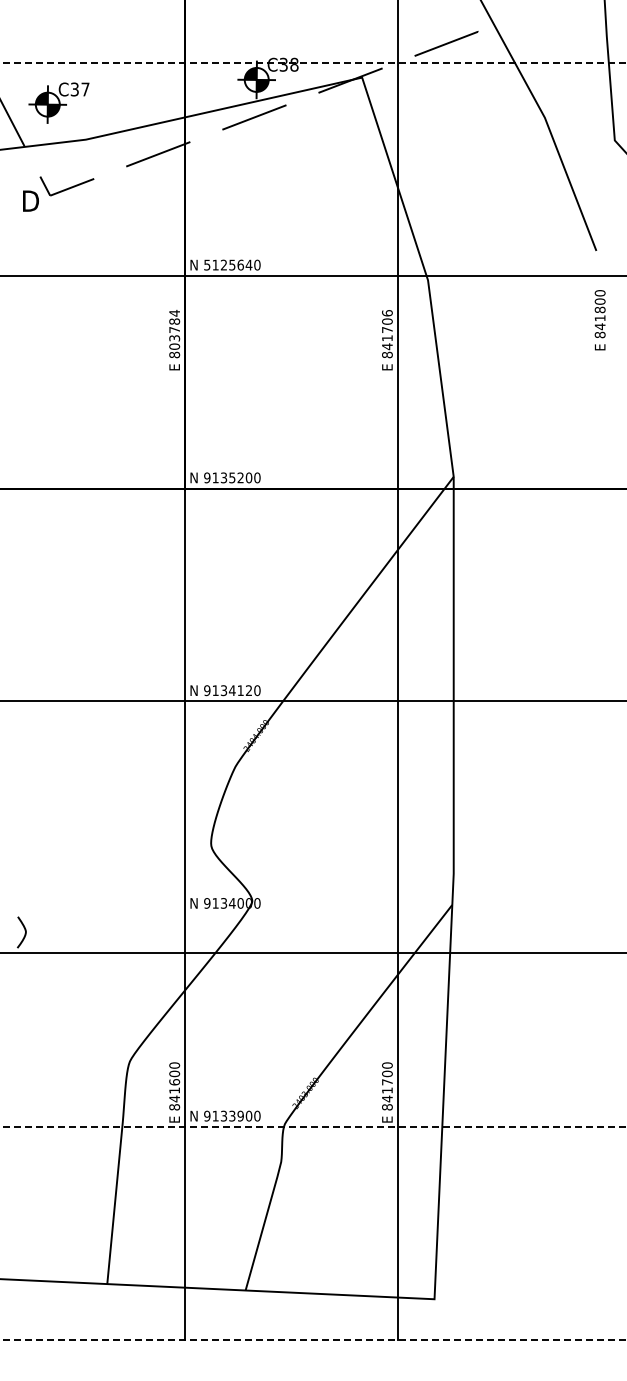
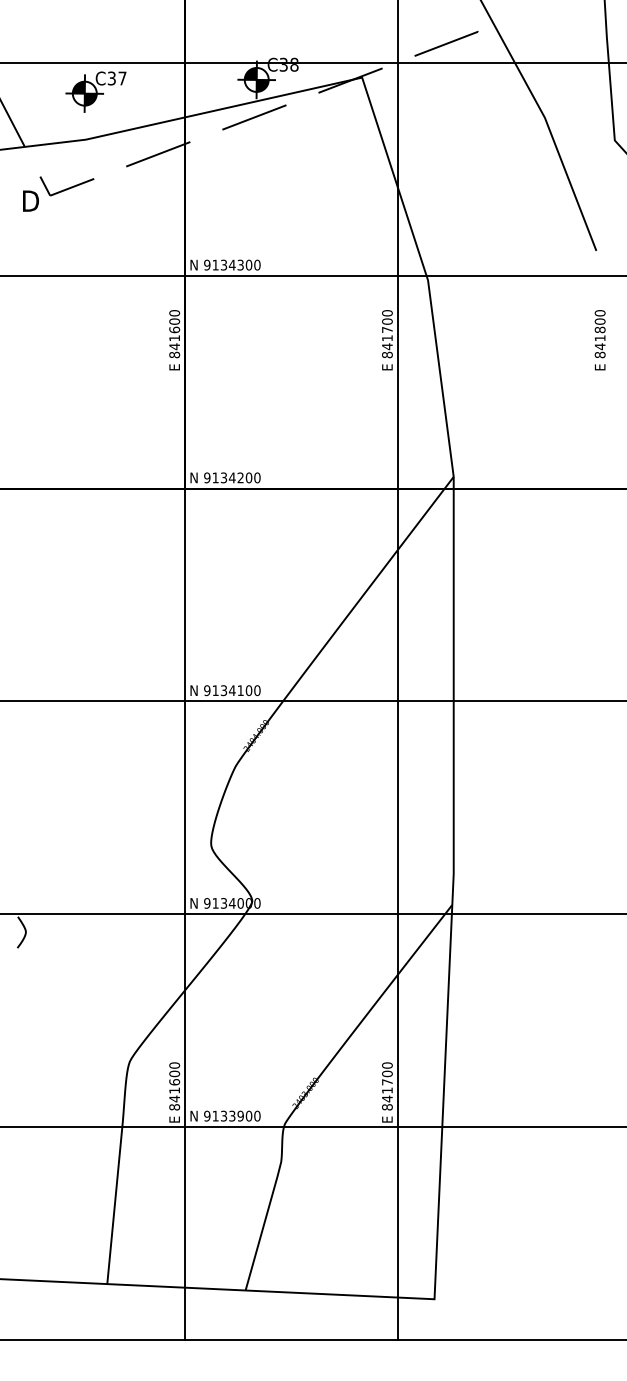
line at (313, 63): dashed -> solid
part at (58, 102) position: (58, 102) -> (95, 91)
text at (228, 264): 5125640 -> 9134300
text at (387, 313): 841706 -> 841700
text at (599, 320) position: (599, 320) -> (599, 340)
text at (174, 329): 803784 -> 841600
text at (231, 477): 9135200 -> 9134200
text at (248, 690): 9134120 -> 9134100
line at (312, 953) position: (312, 953) -> (312, 914)
line at (313, 1126): dashed -> solid
line at (313, 1339): dashed -> solid
